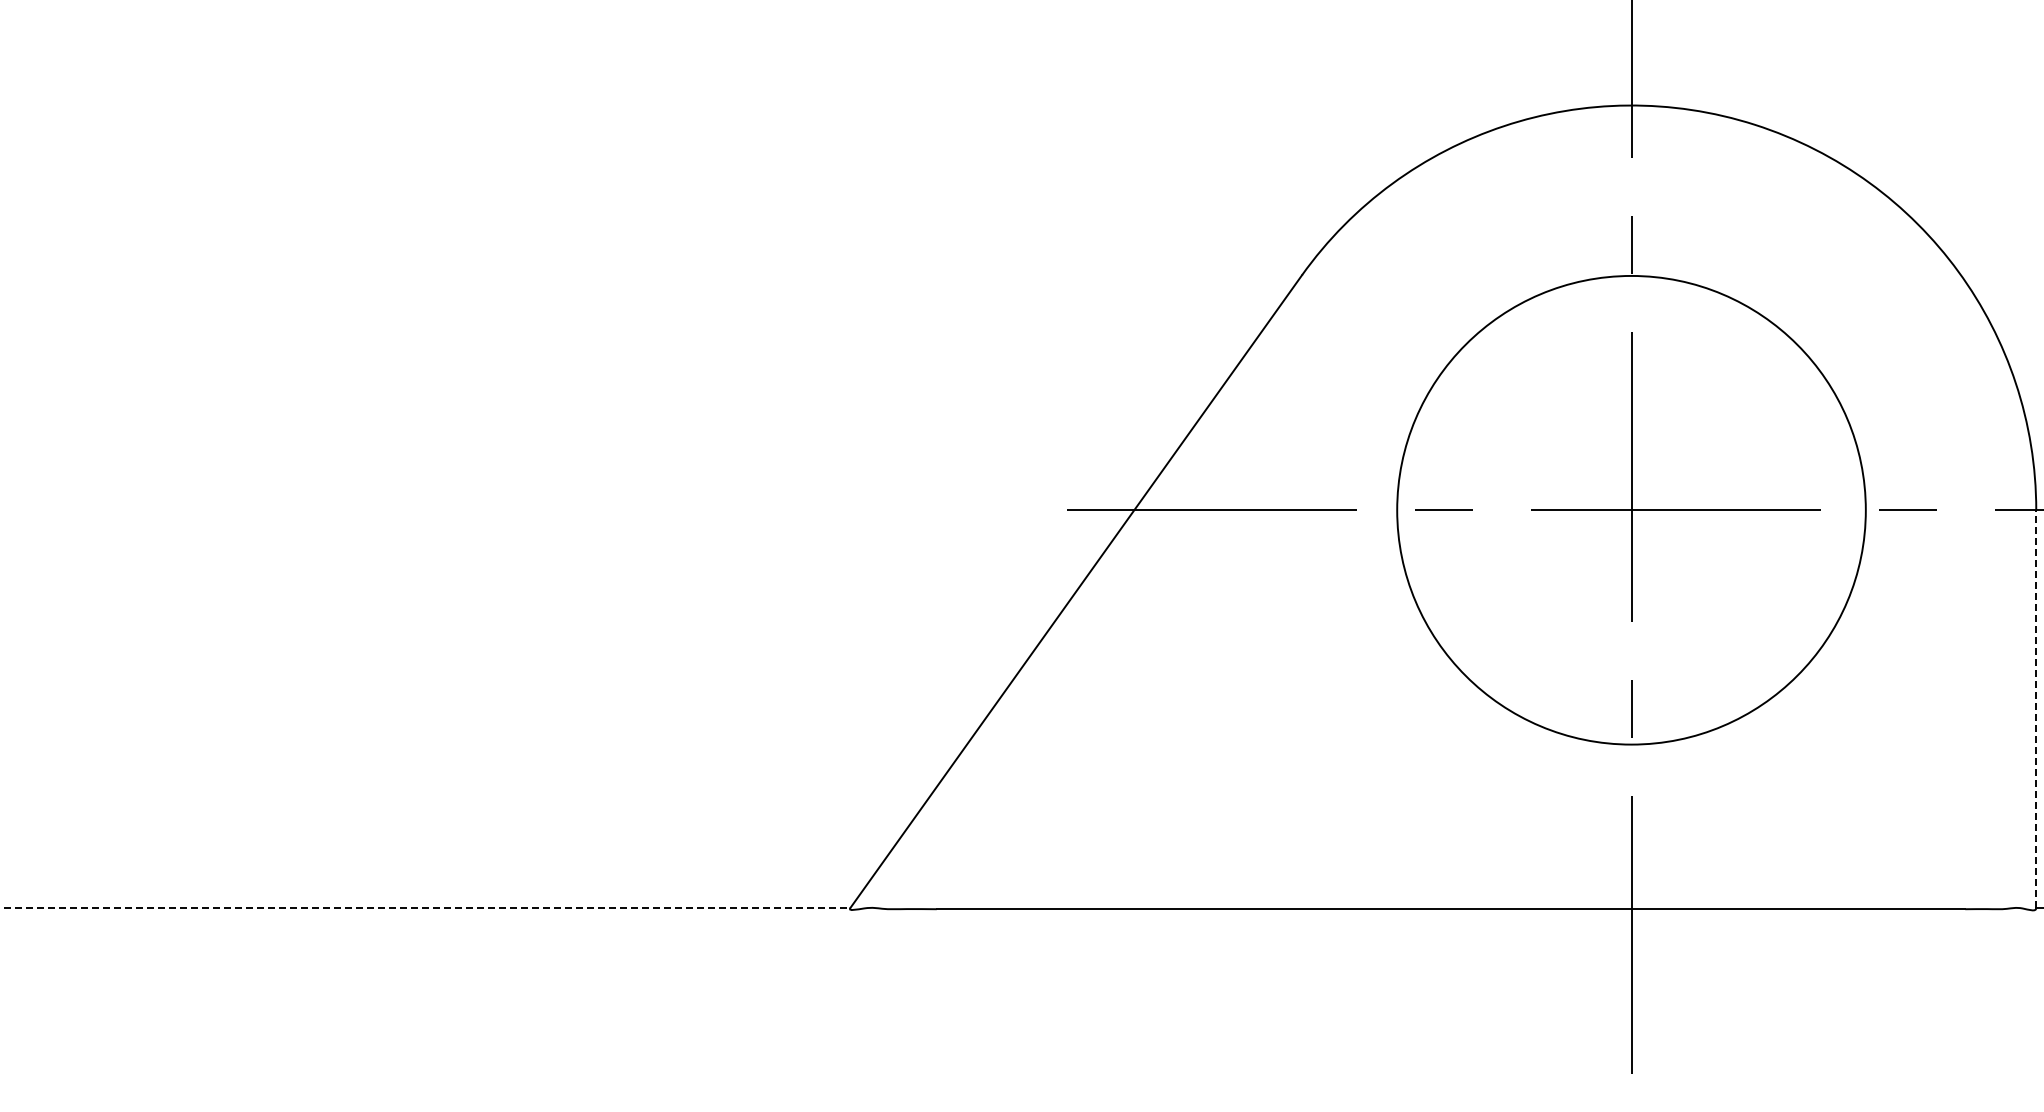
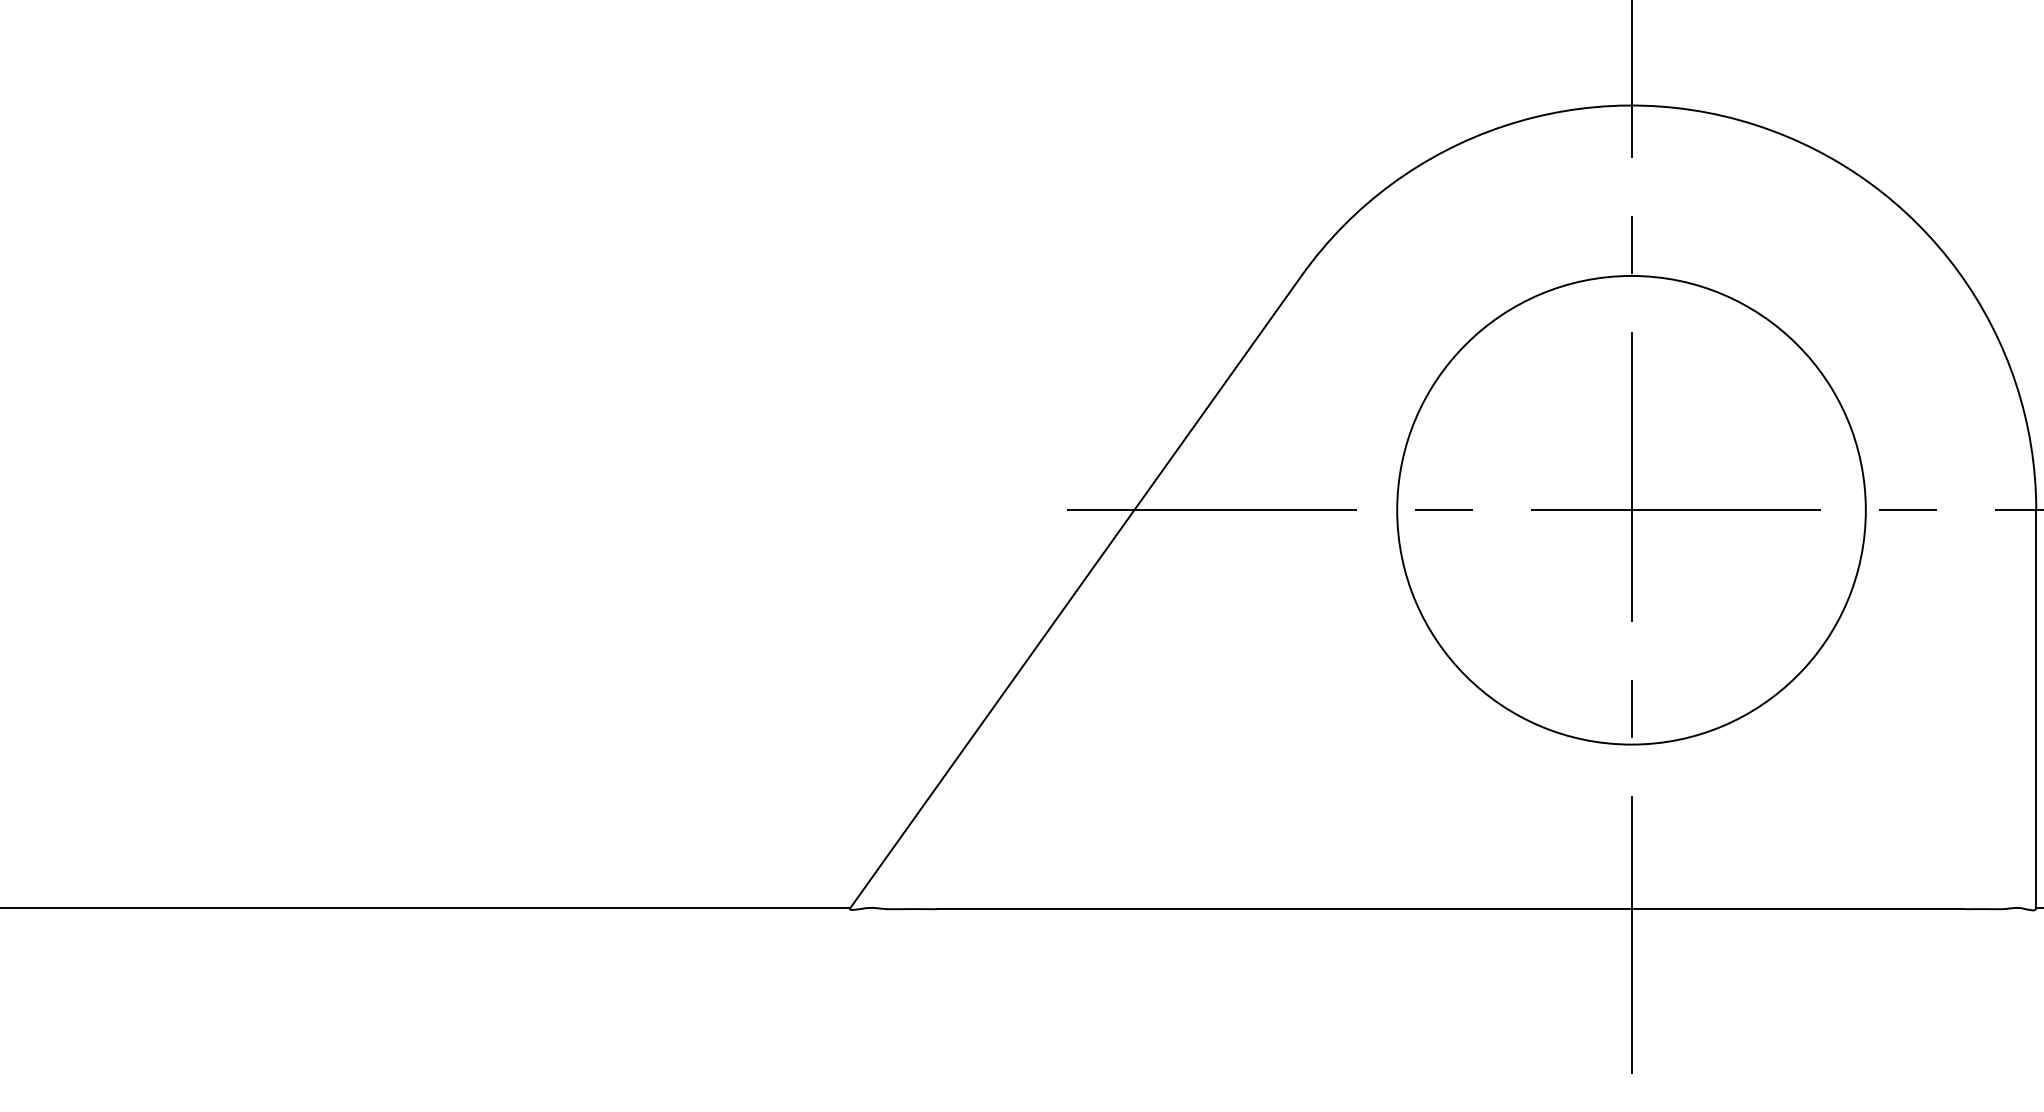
line at (2036, 709): dashed -> solid
line at (425, 907): dashed -> solid
